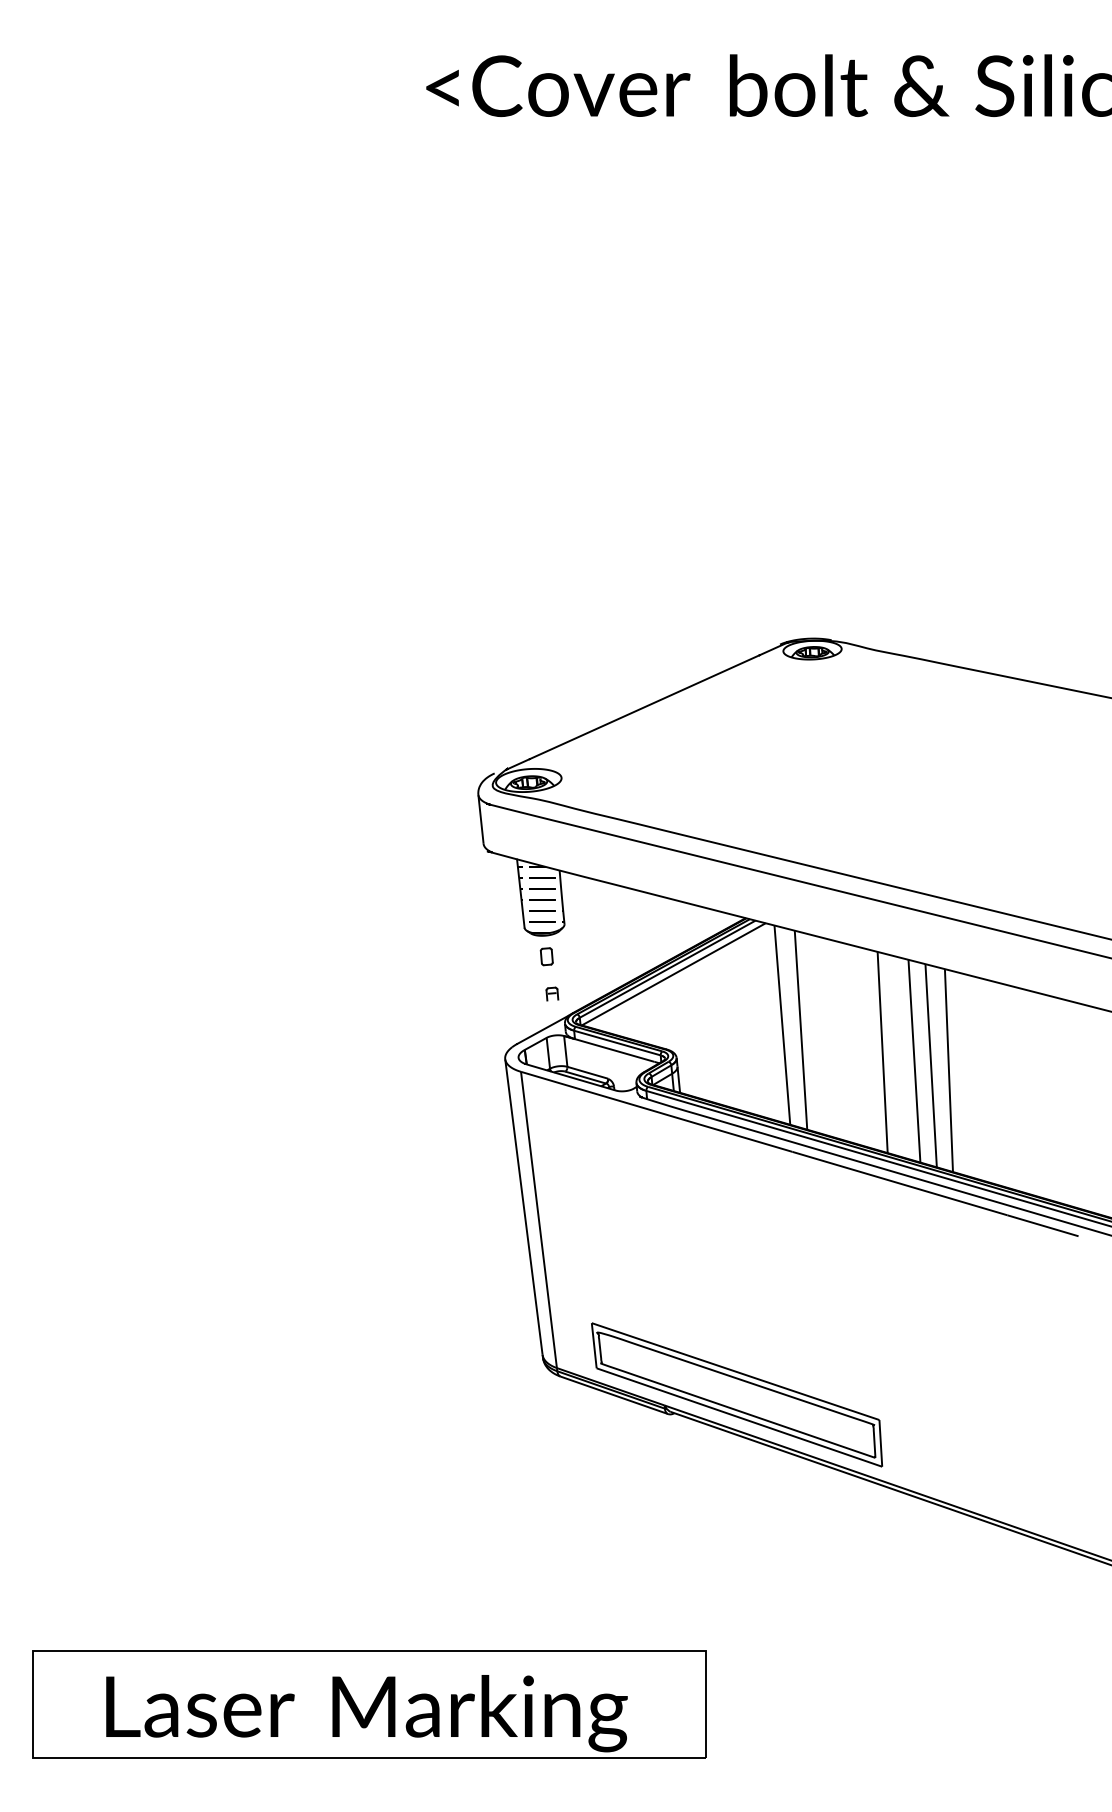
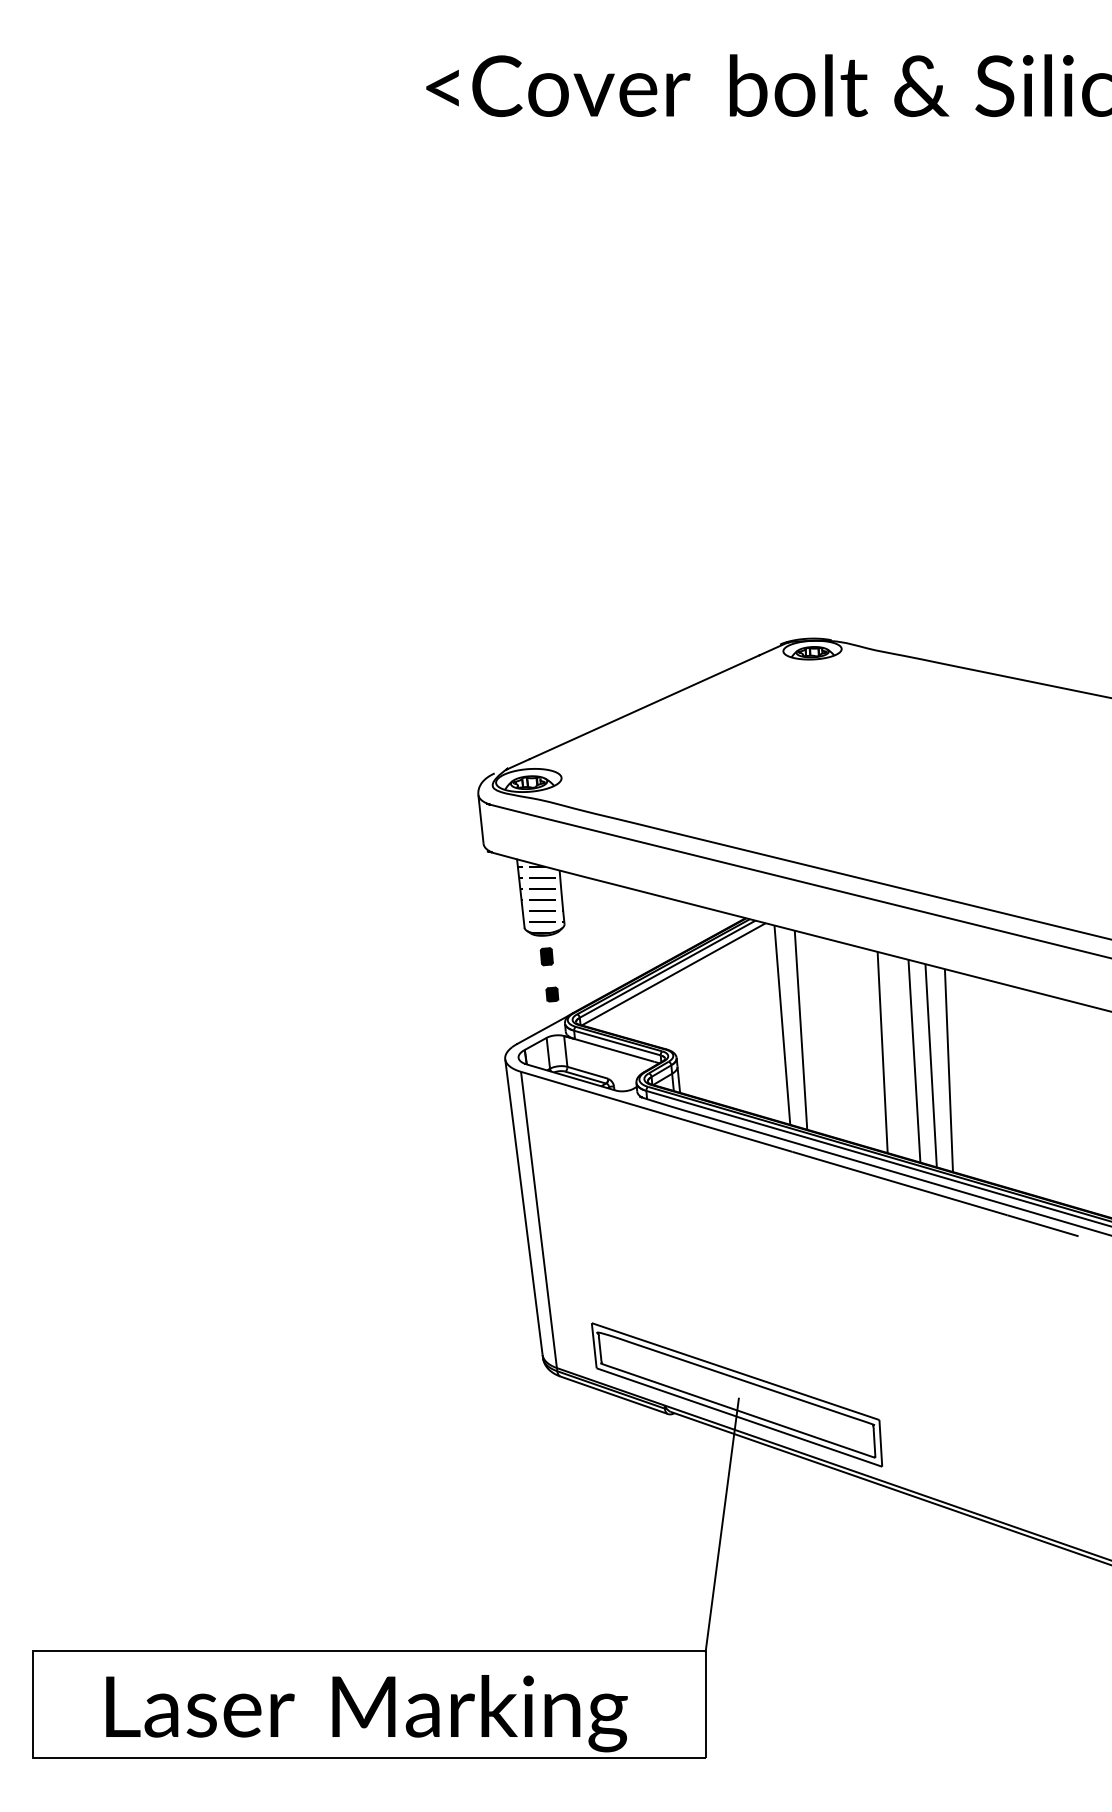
fill at (546, 956): none -> present
fill at (552, 994): none -> present
line at (721, 1524): none -> present
